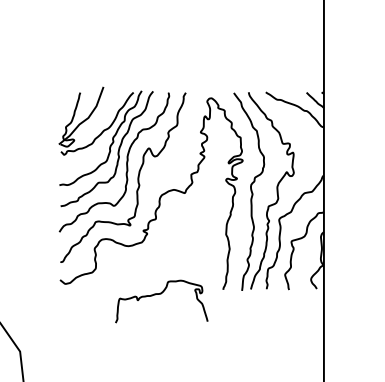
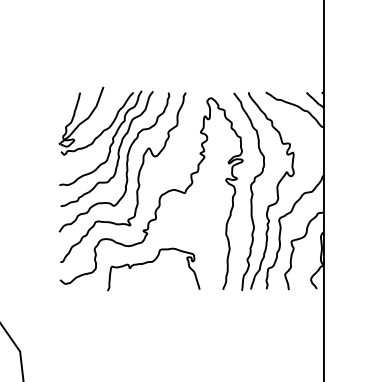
curve at (161, 294) position: (161, 294) -> (153, 262)
